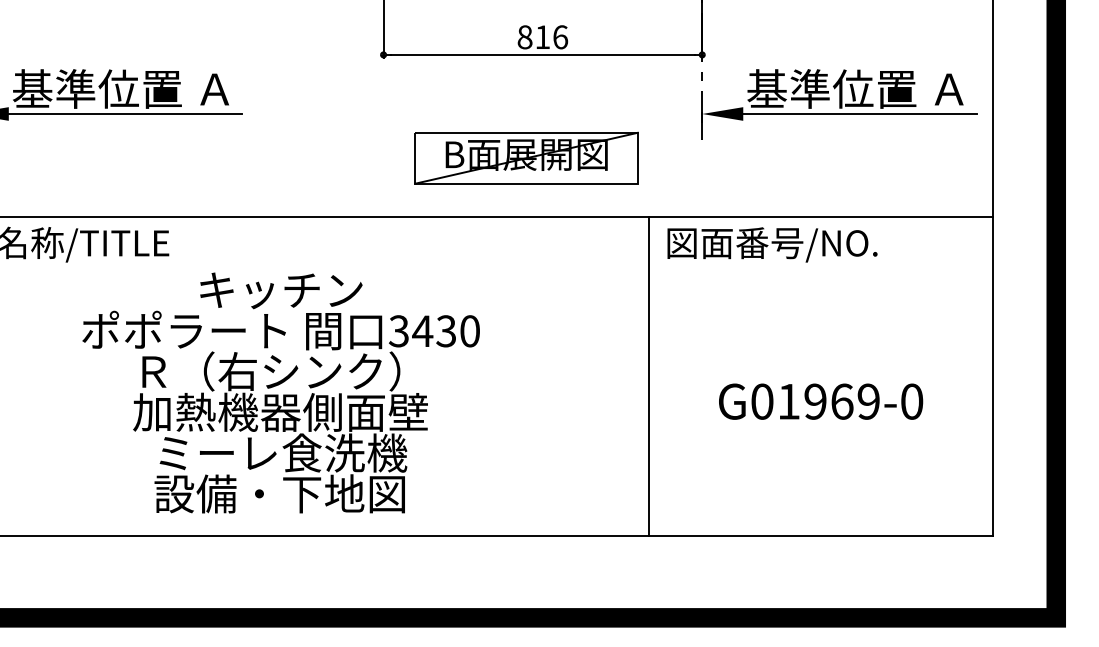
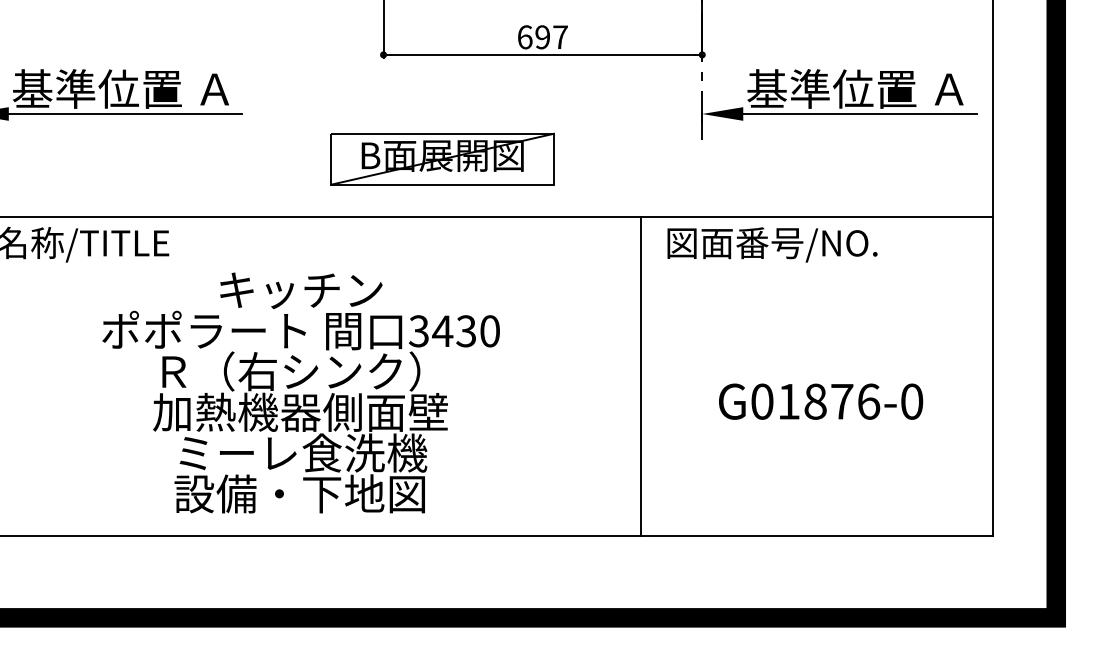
text at (542, 37): 816 -> 697
part at (526, 157) position: (526, 157) -> (442, 158)
line at (648, 375) position: (648, 375) -> (640, 375)
text at (280, 392) position: (280, 392) -> (300, 392)
text at (842, 401): G01969-0 -> G01876-0
